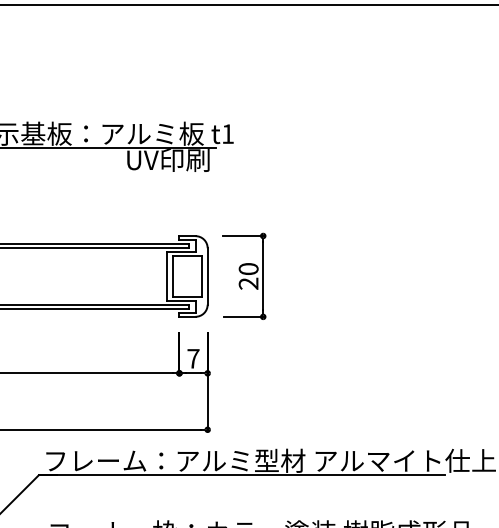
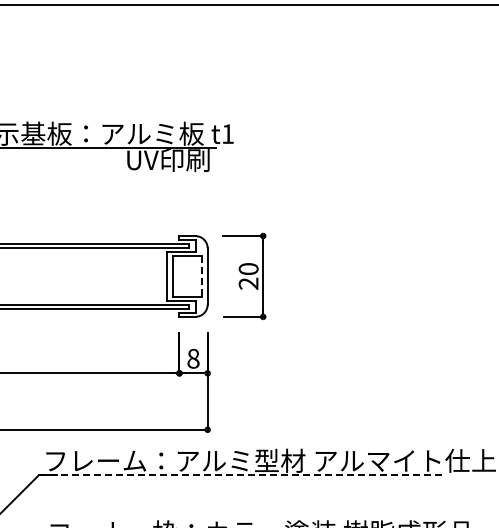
line at (201, 276): solid -> dashed
text at (193, 358): 7 -> 8
line at (242, 475): solid -> dashed
